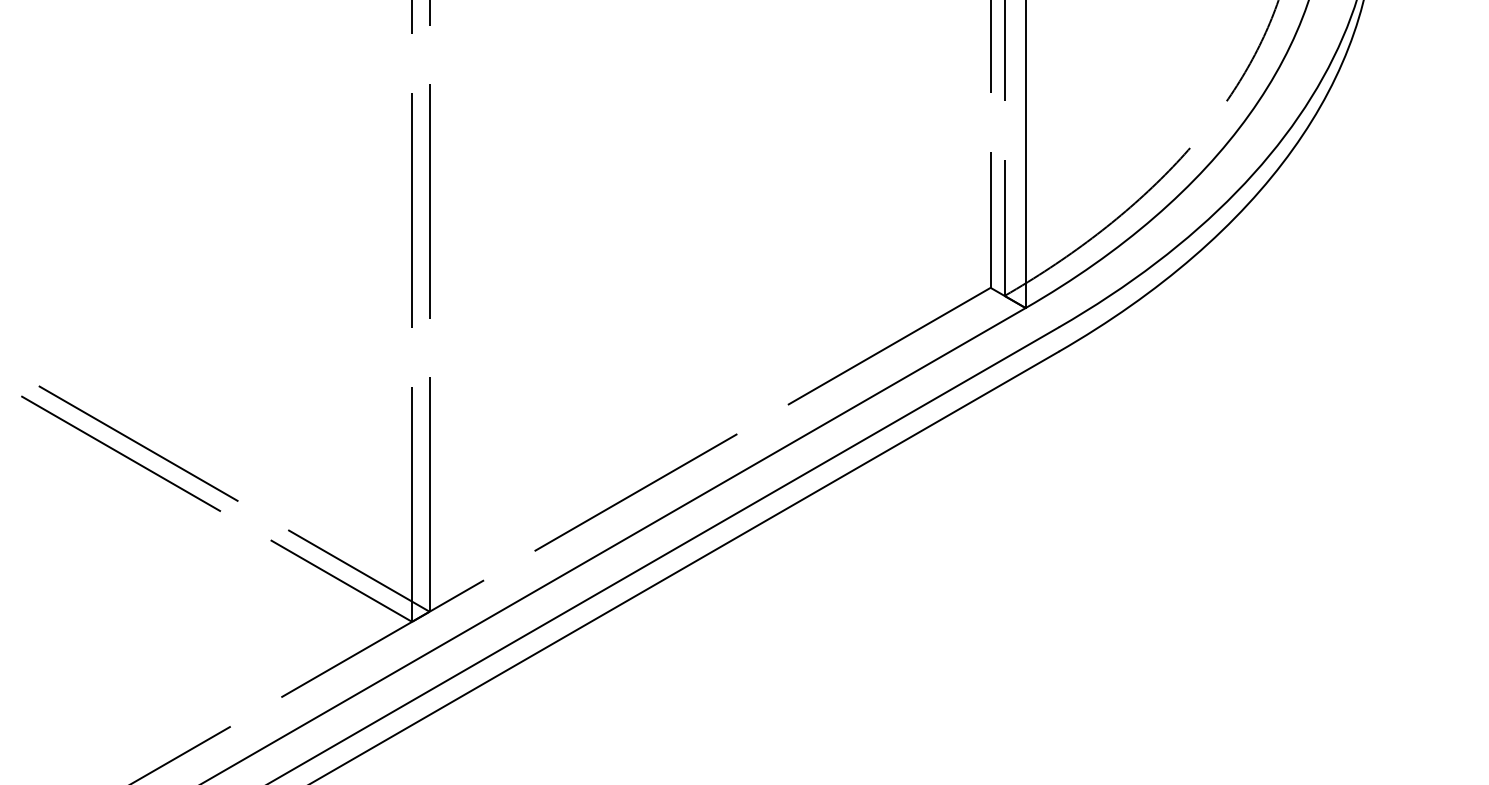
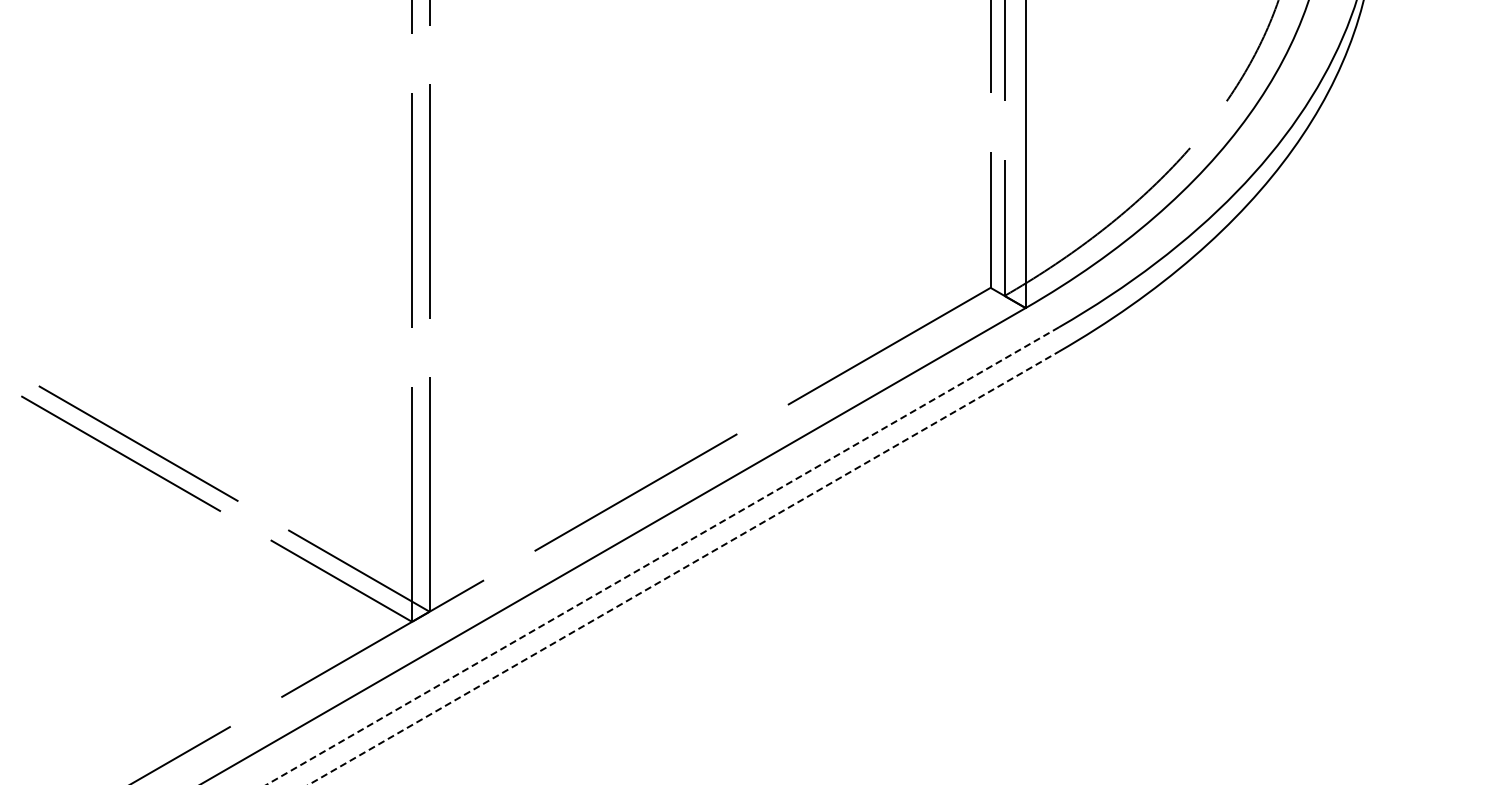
line at (662, 556): solid -> dashed
line at (684, 568): solid -> dashed
